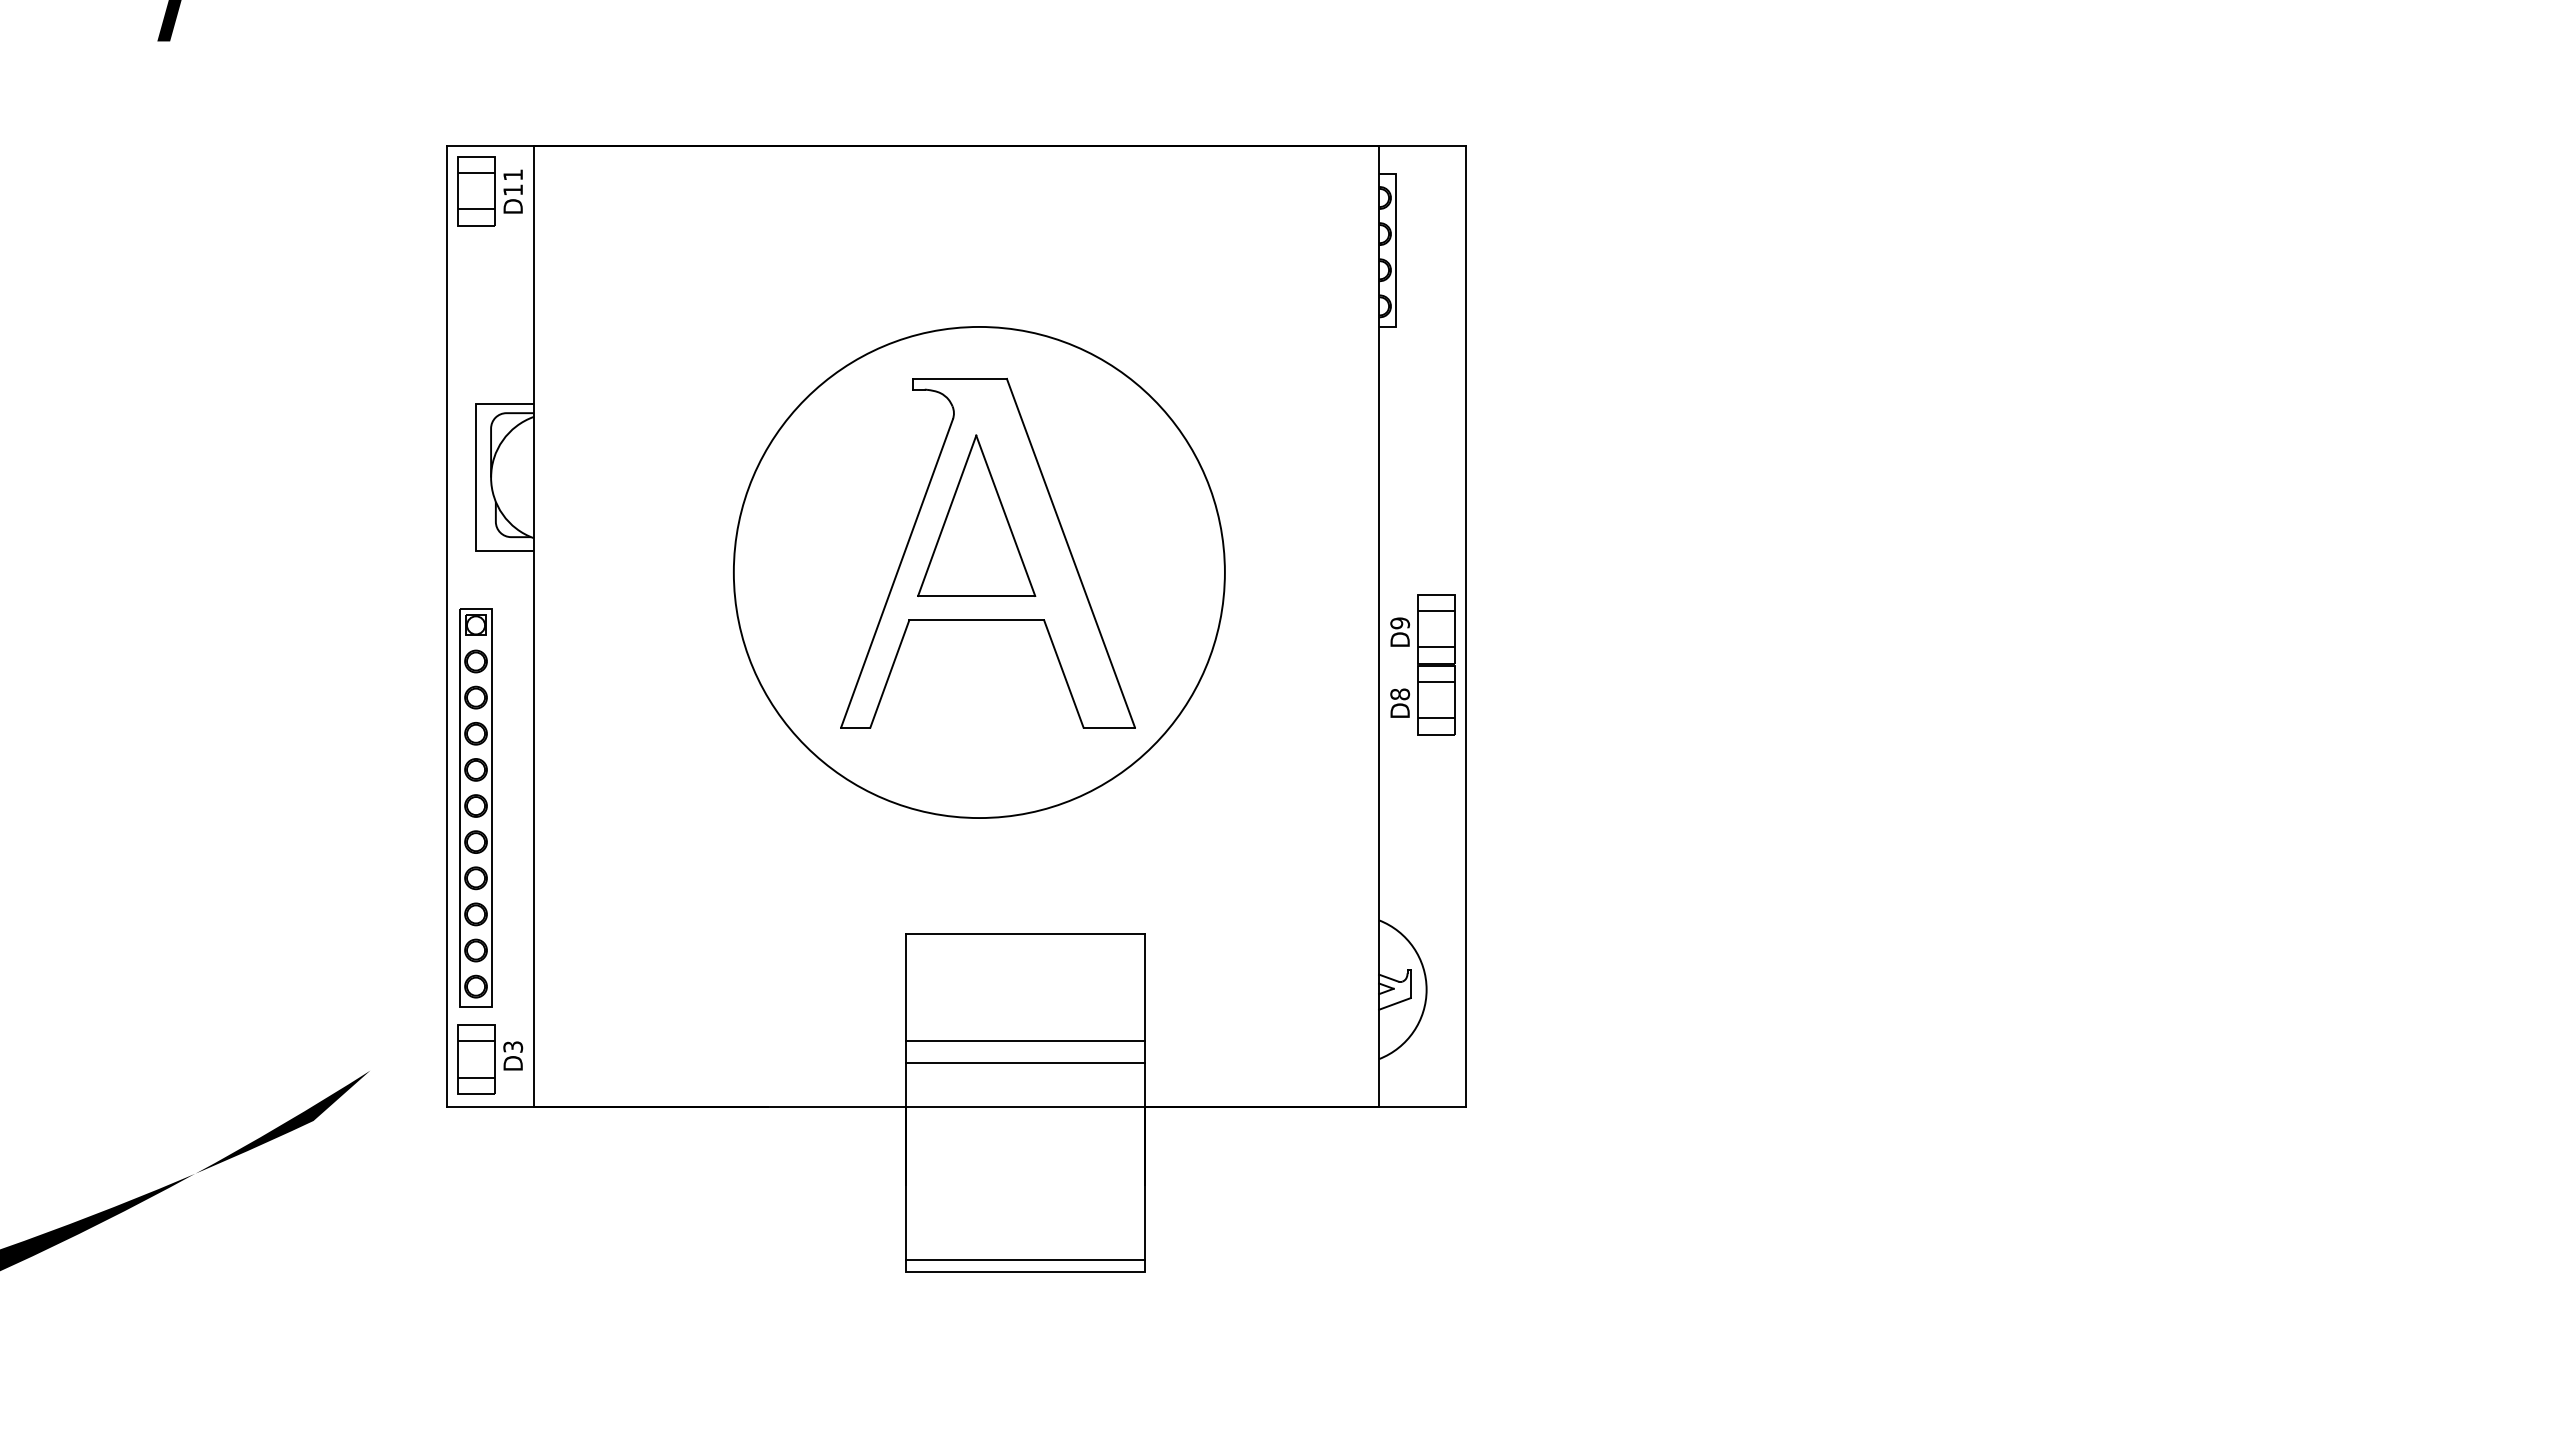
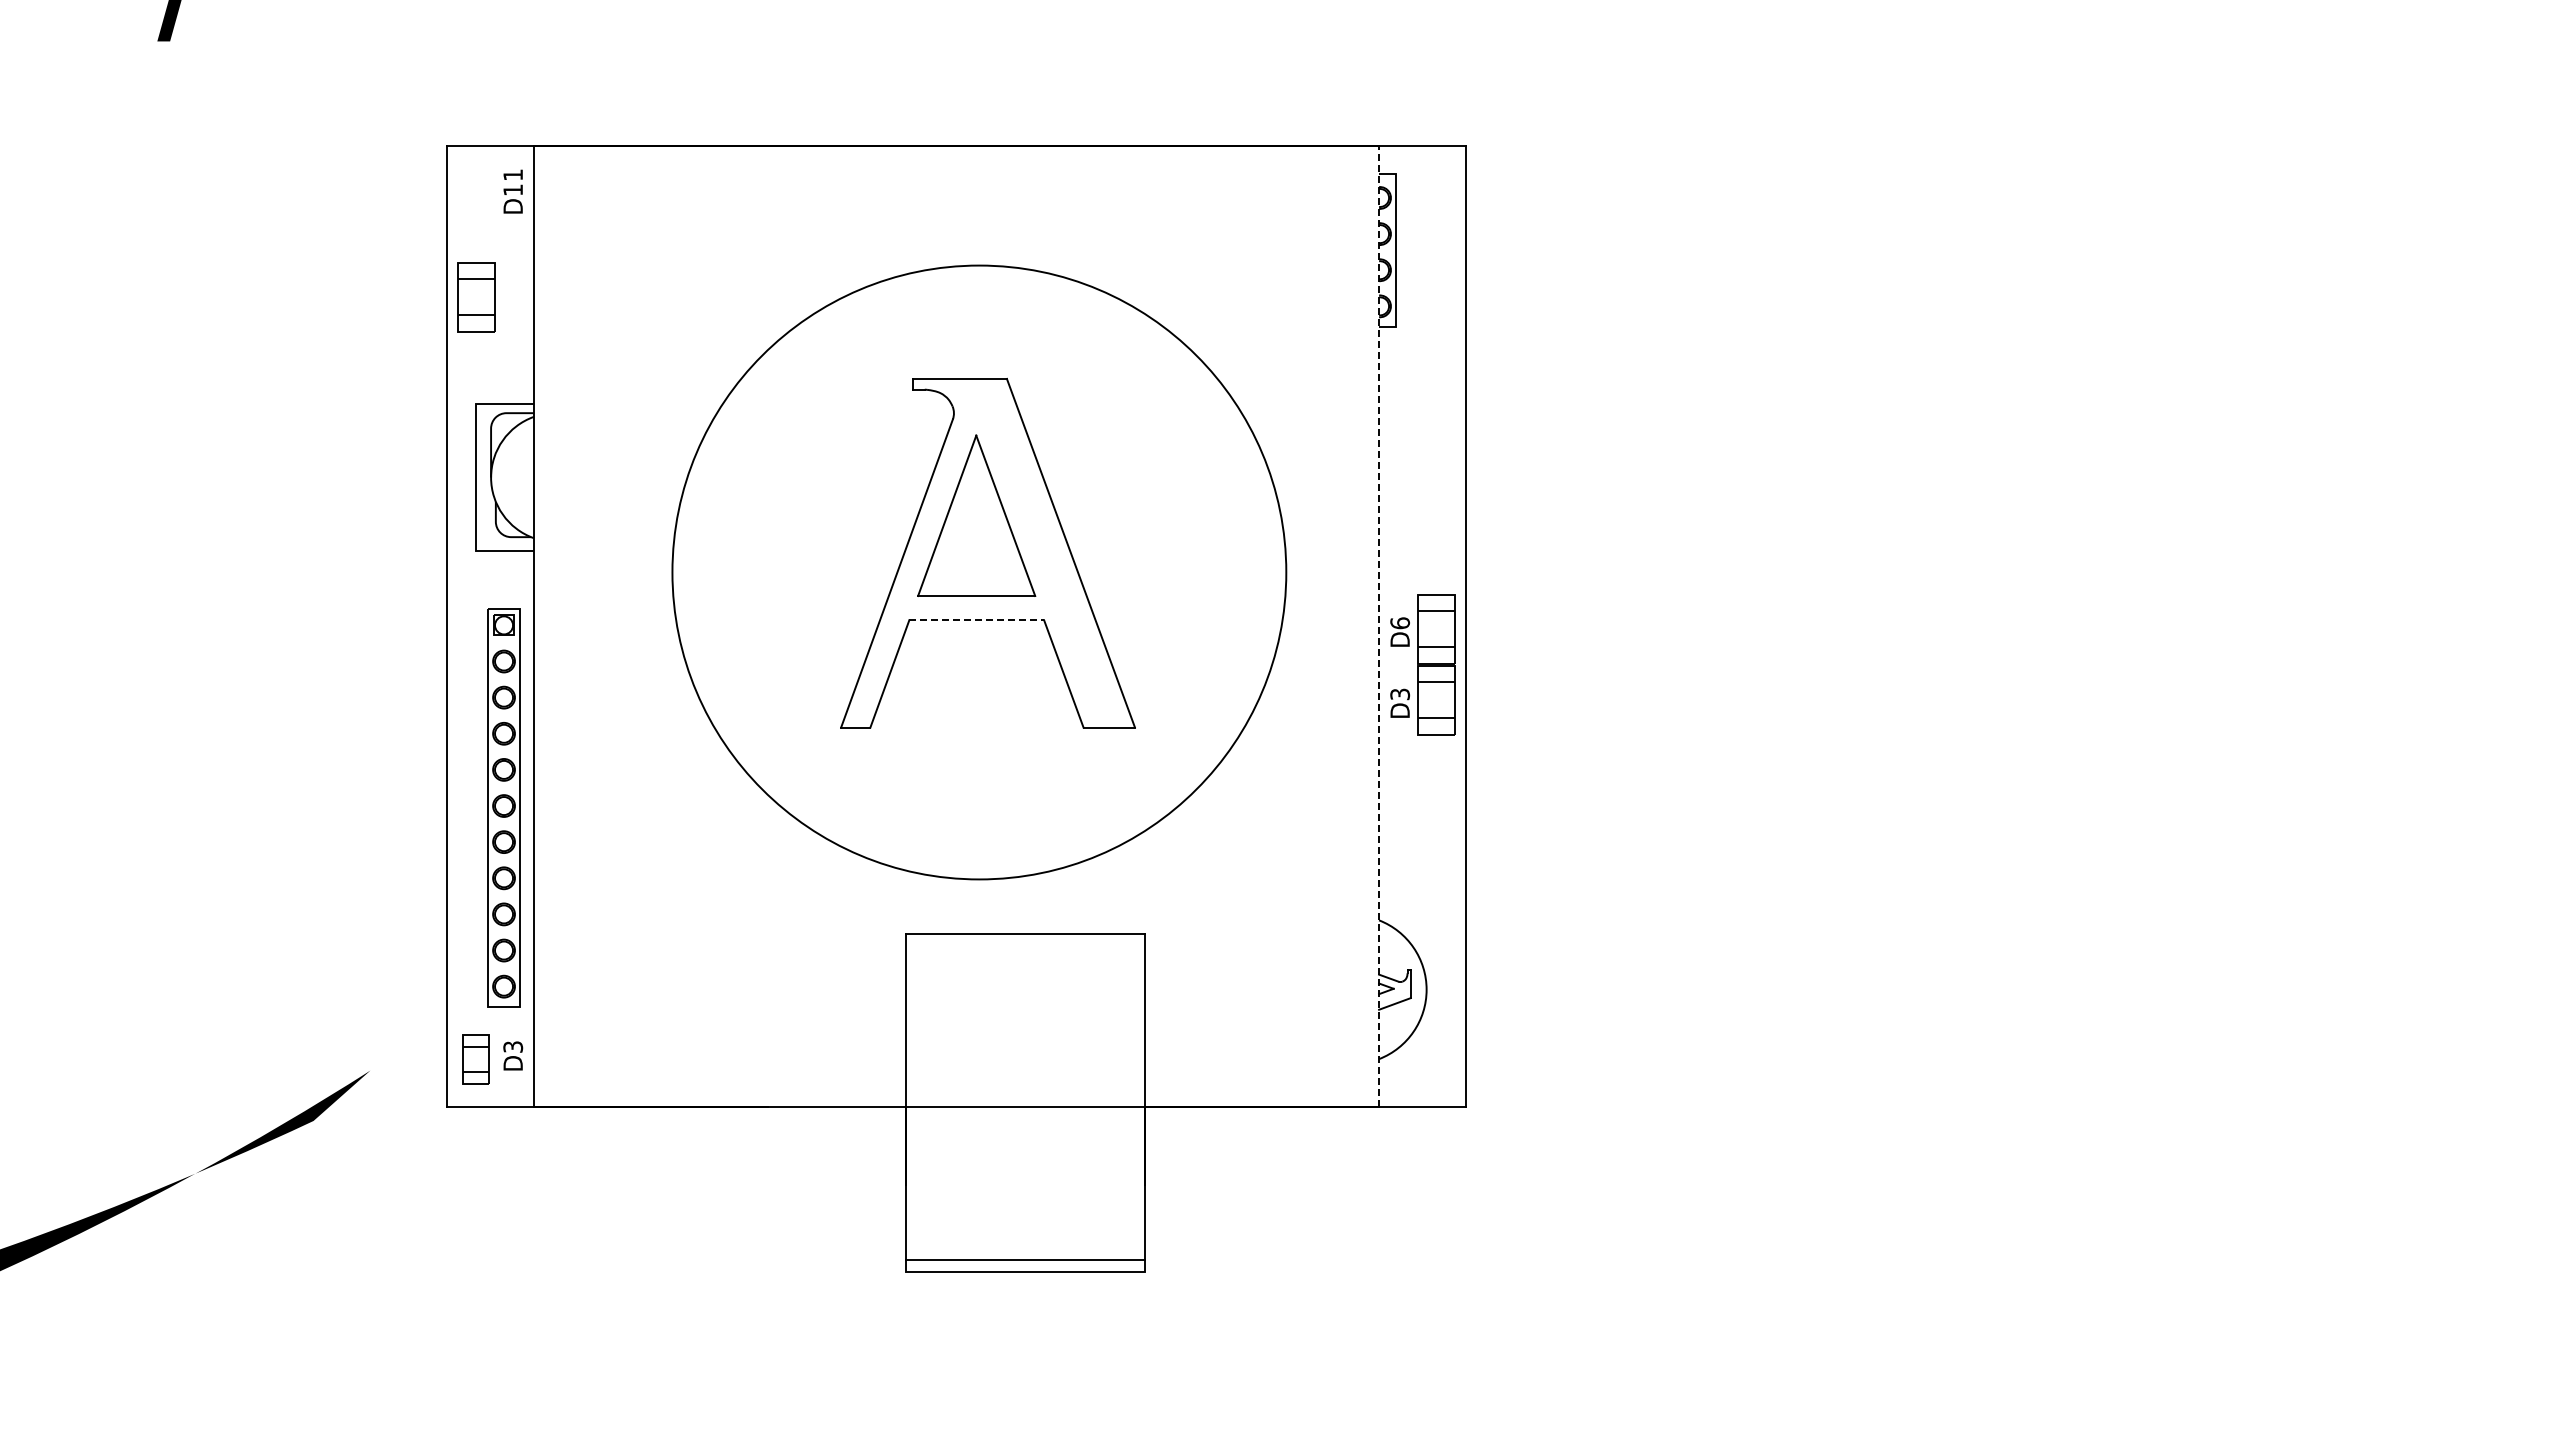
part at (476, 191) position: (476, 191) -> (476, 297)
circle at (978, 572) diameter: 491 px -> 614 px
line at (977, 620): solid -> dashed
text at (1400, 623): D9 -> D6
line at (1379, 626): solid -> dashed
text at (1399, 694): D8 -> D3
part at (475, 807) position: (475, 807) -> (503, 807)
line at (1025, 1041): present -> none
part at (476, 1059) size: 39x71 px -> 28x51 px
line at (1025, 1062): present -> none
